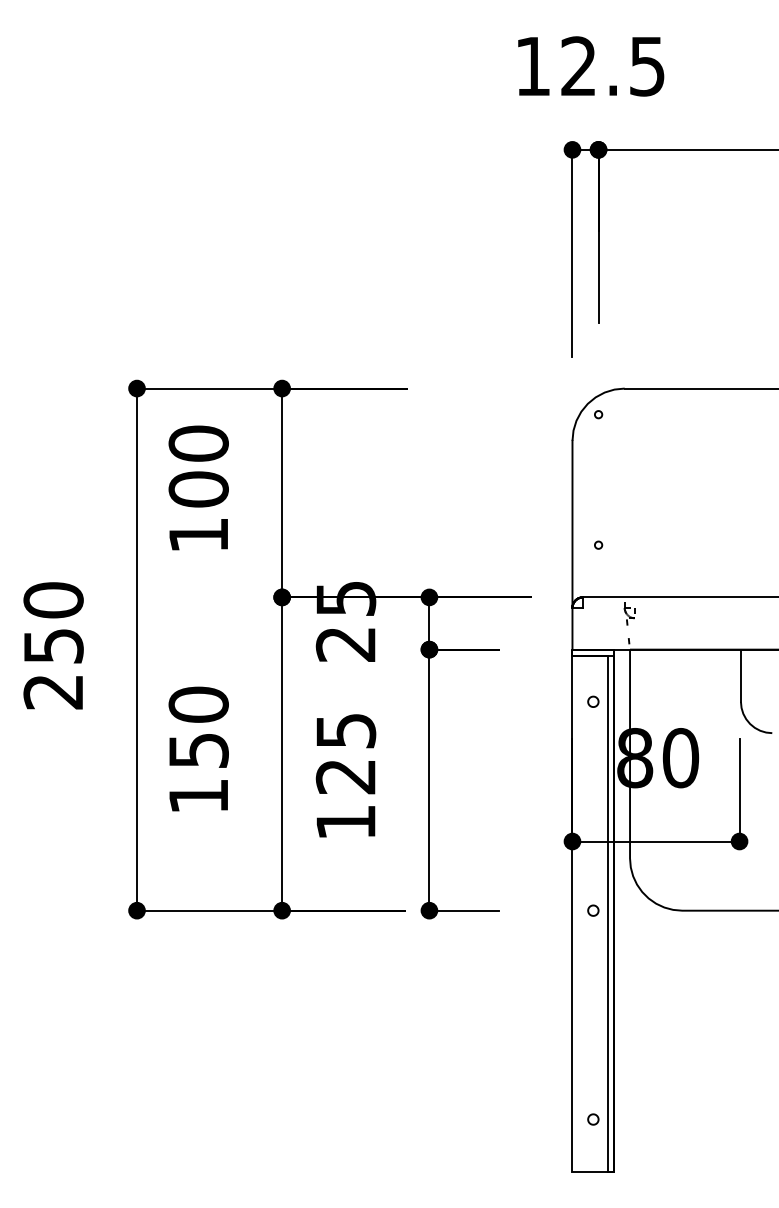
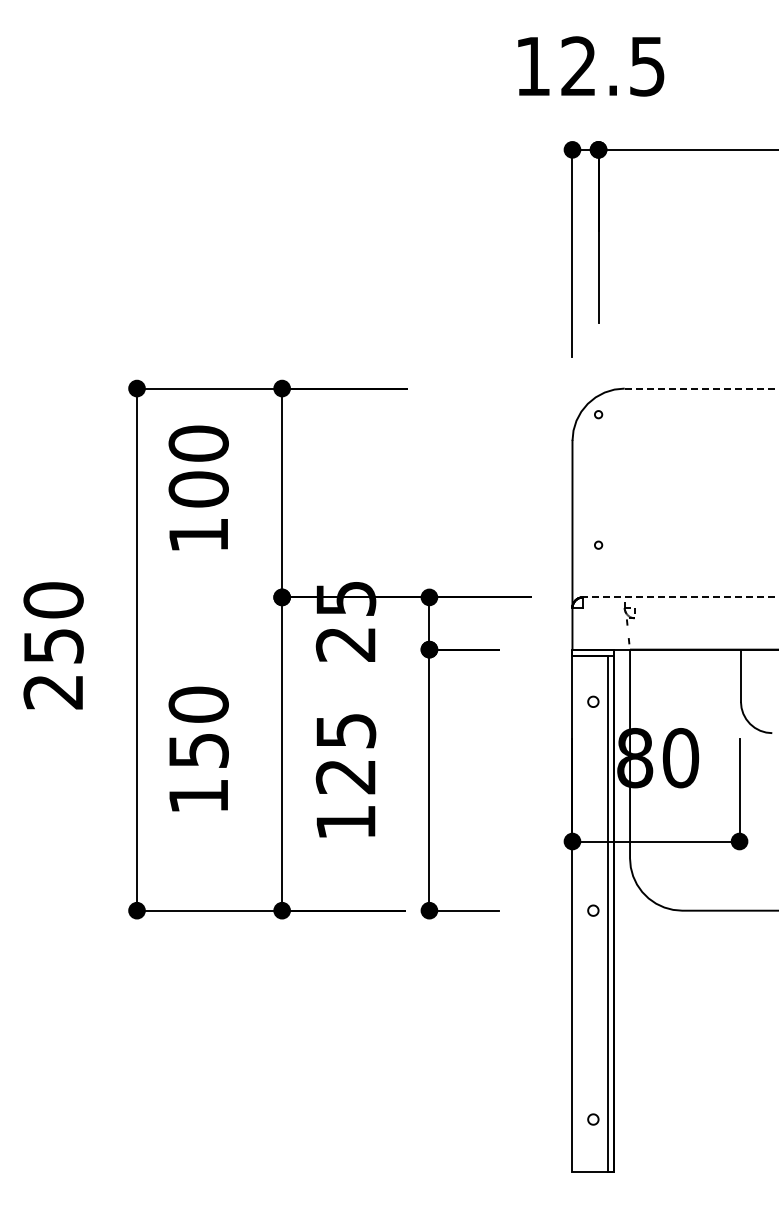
line at (701, 388): solid -> dashed
line at (680, 597): solid -> dashed
